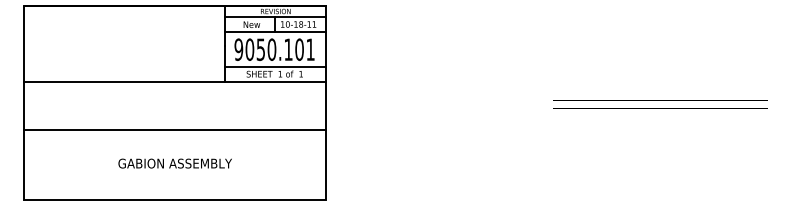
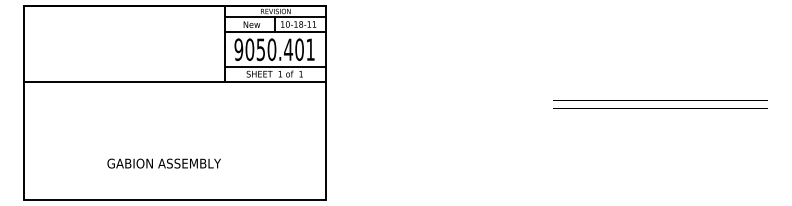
text at (288, 49): 9050.101 -> 9050.401
line at (174, 129): present -> none
text at (174, 163) position: (174, 163) -> (163, 163)
